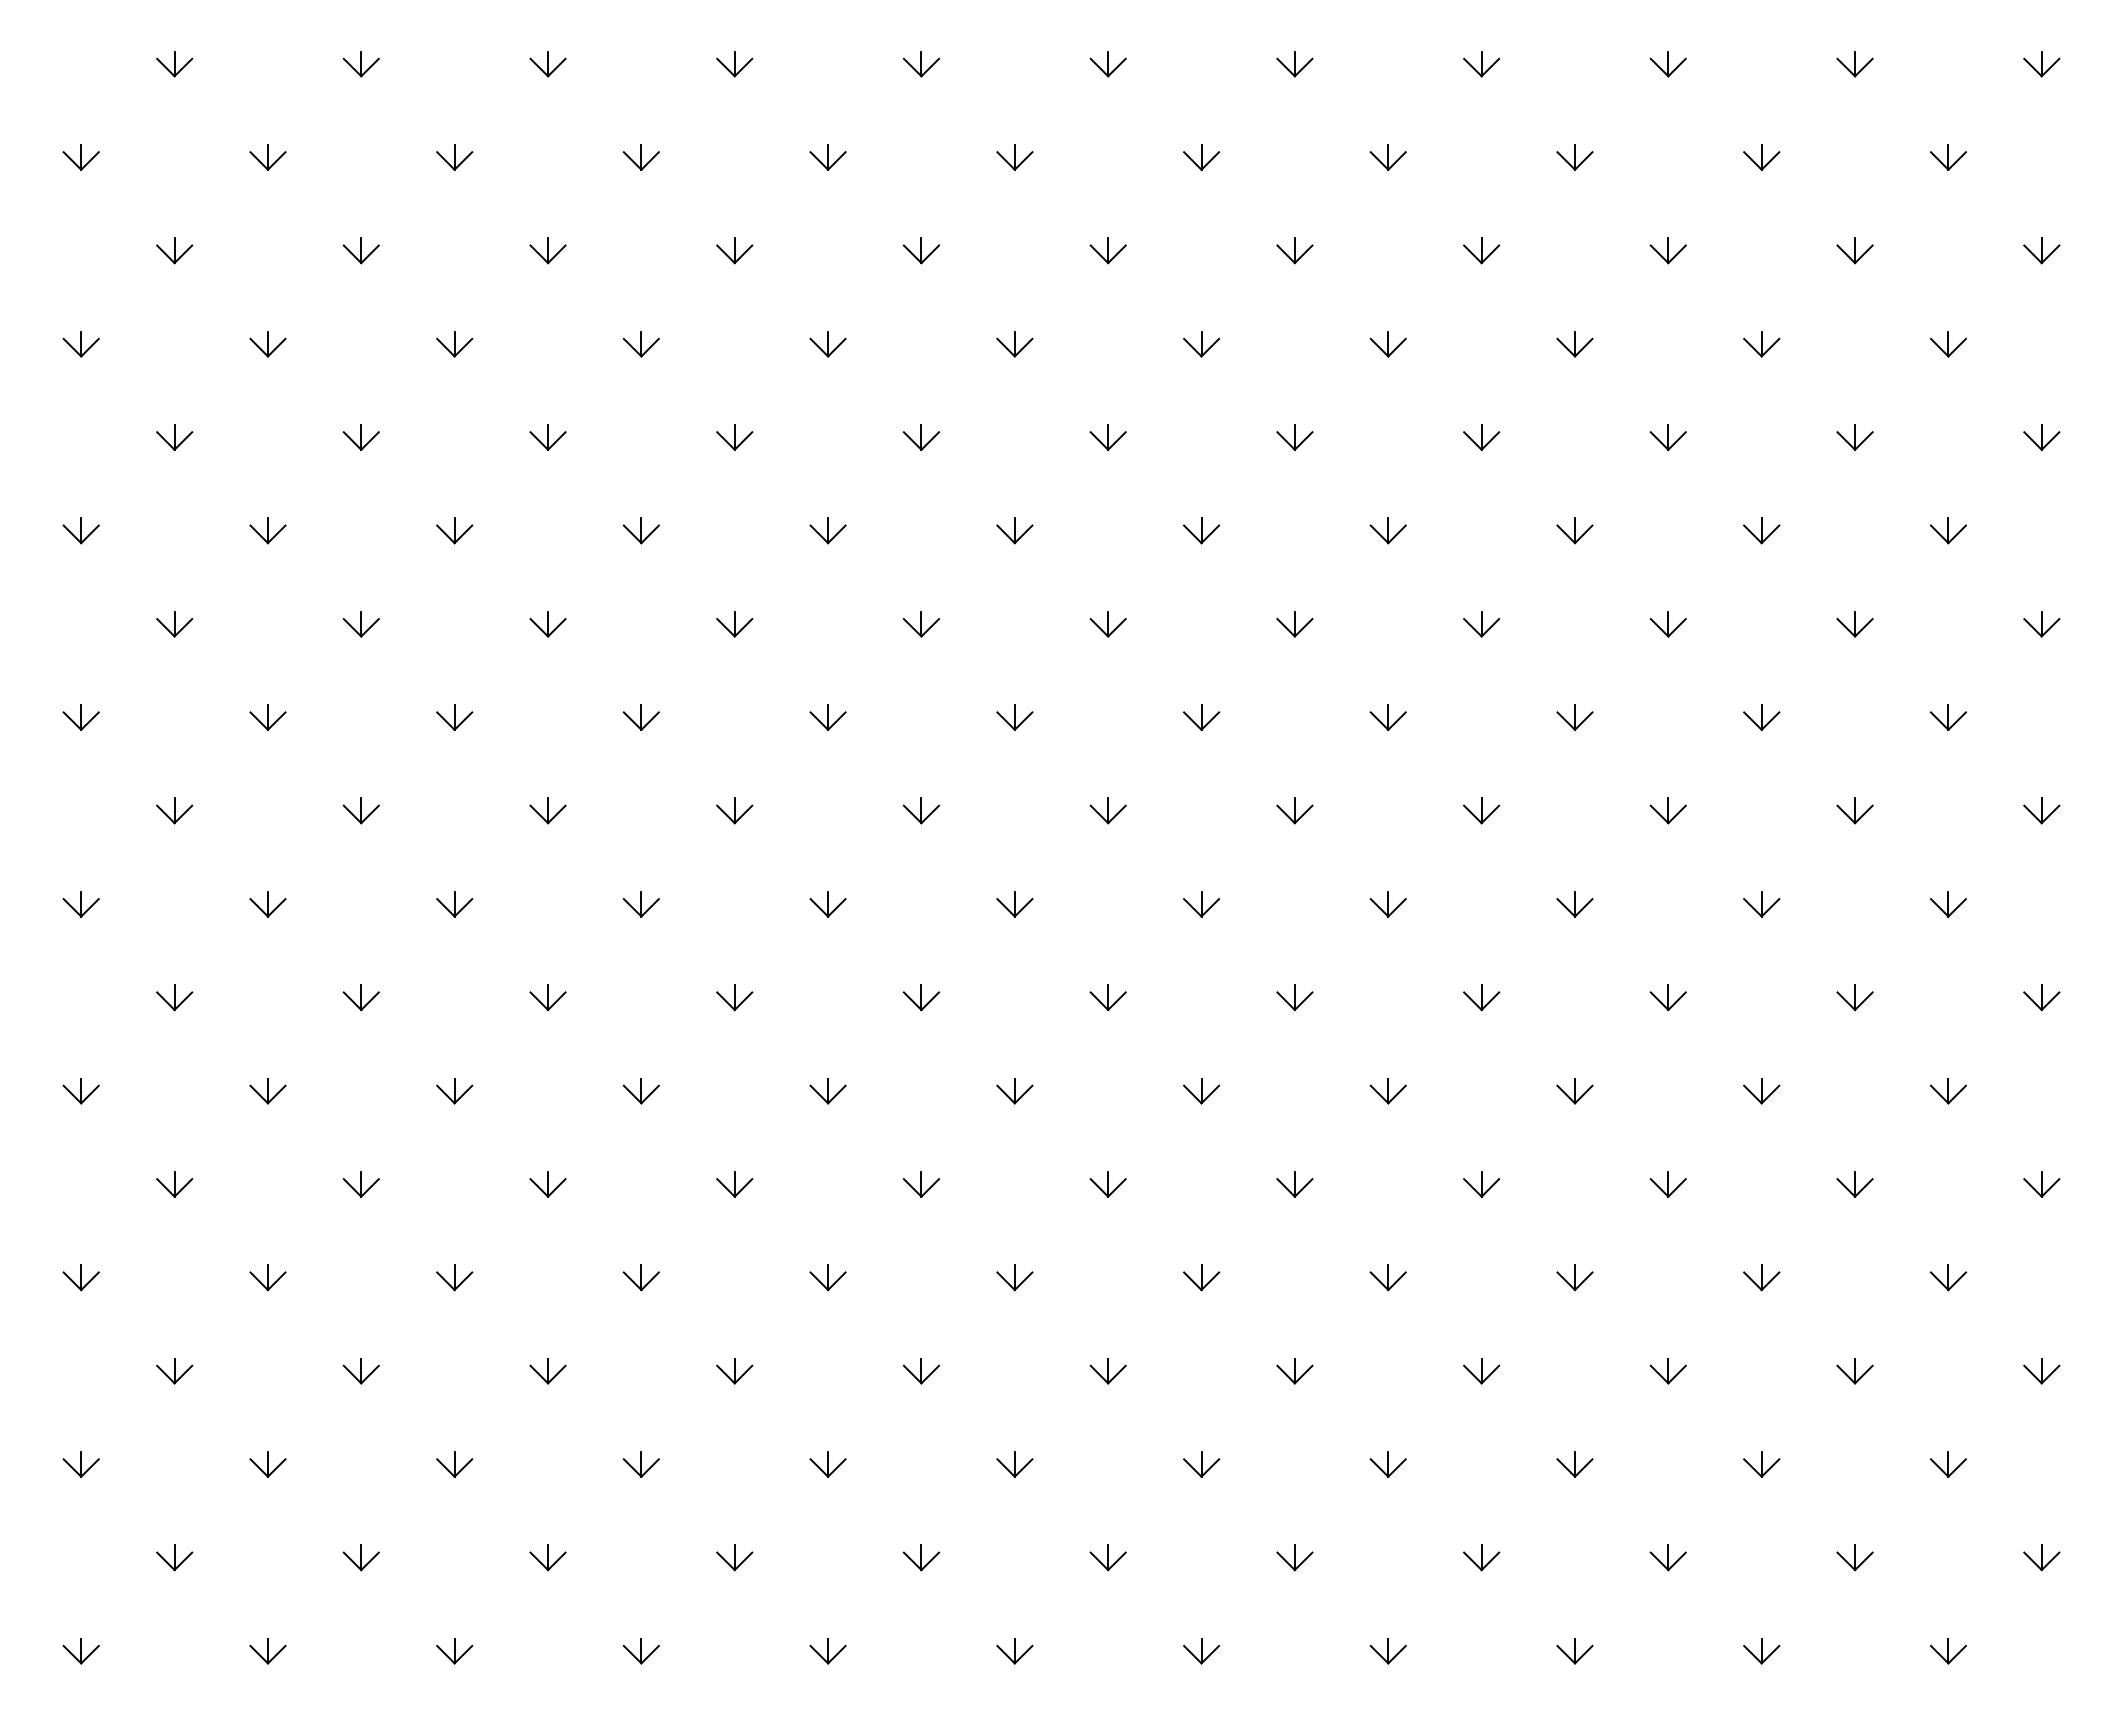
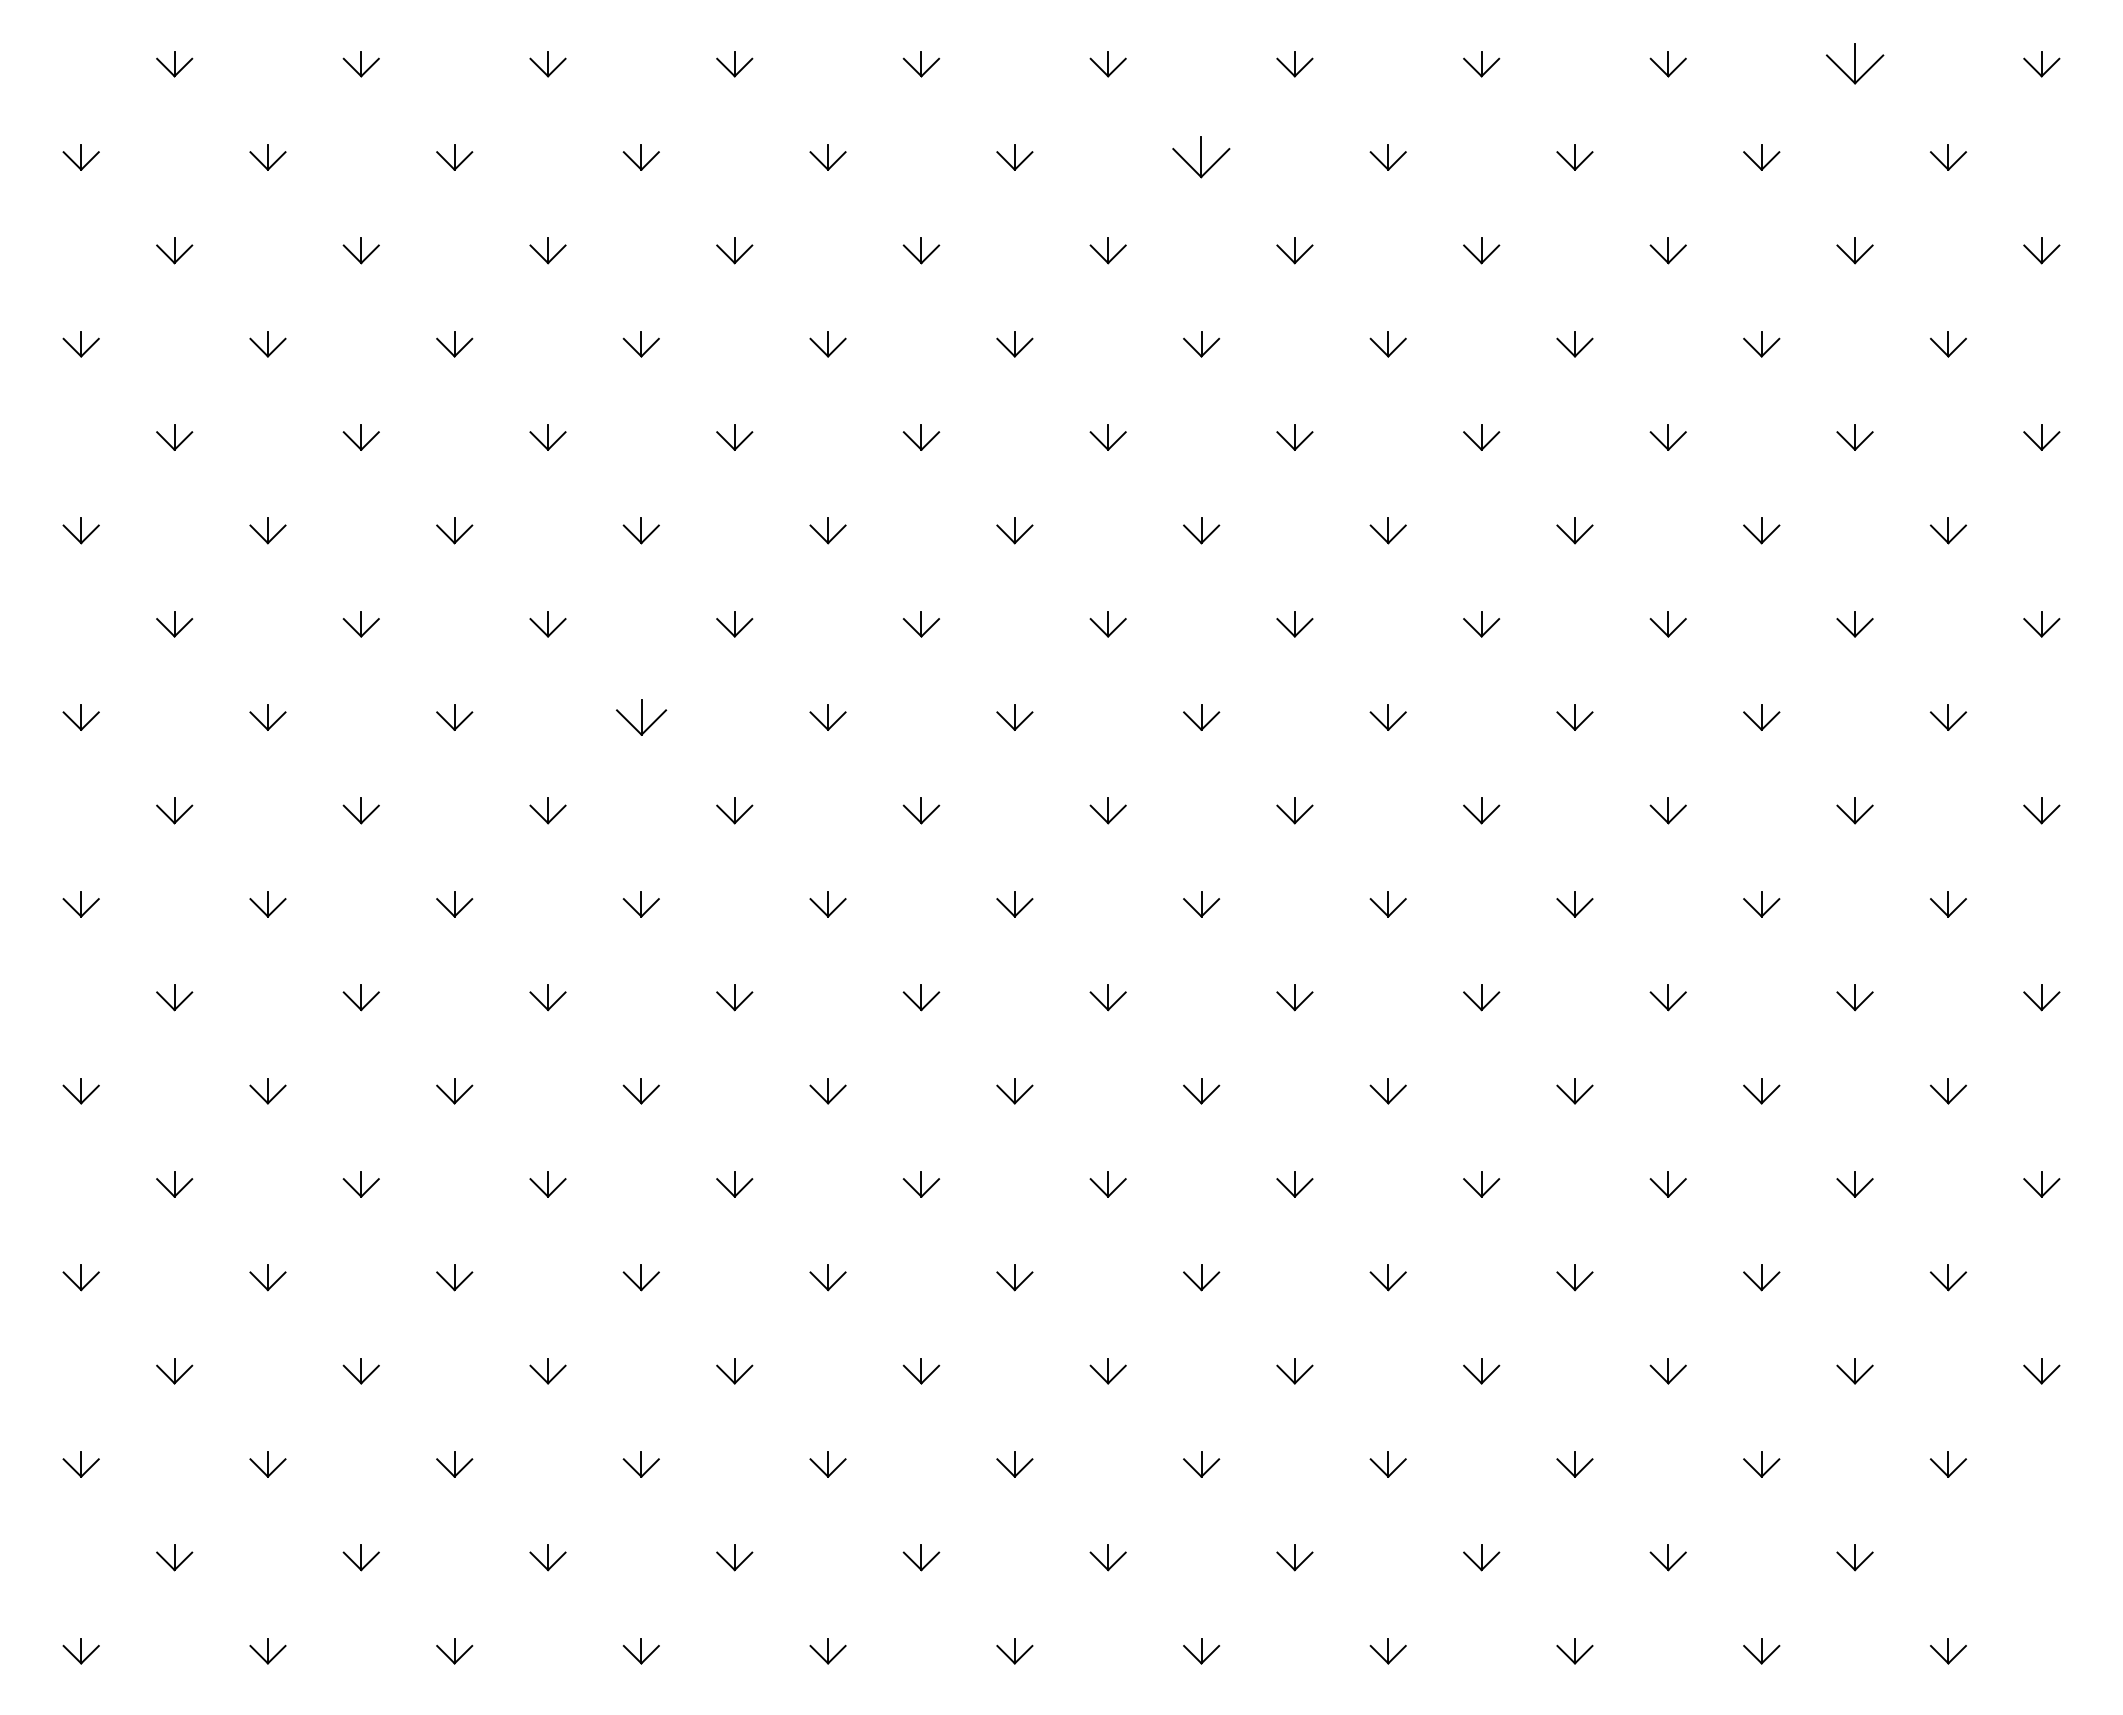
part at (1854, 64) size: 38x27 px -> 60x42 px
part at (1201, 157) size: 38x27 px -> 59x43 px
part at (640, 717) size: 38x27 px -> 52x37 px
part at (2041, 1557): present -> none
